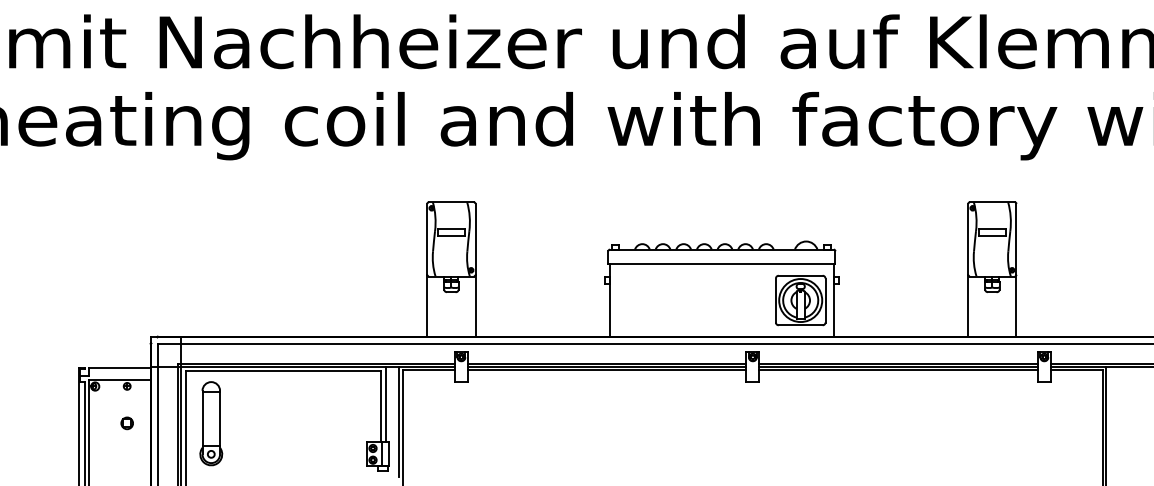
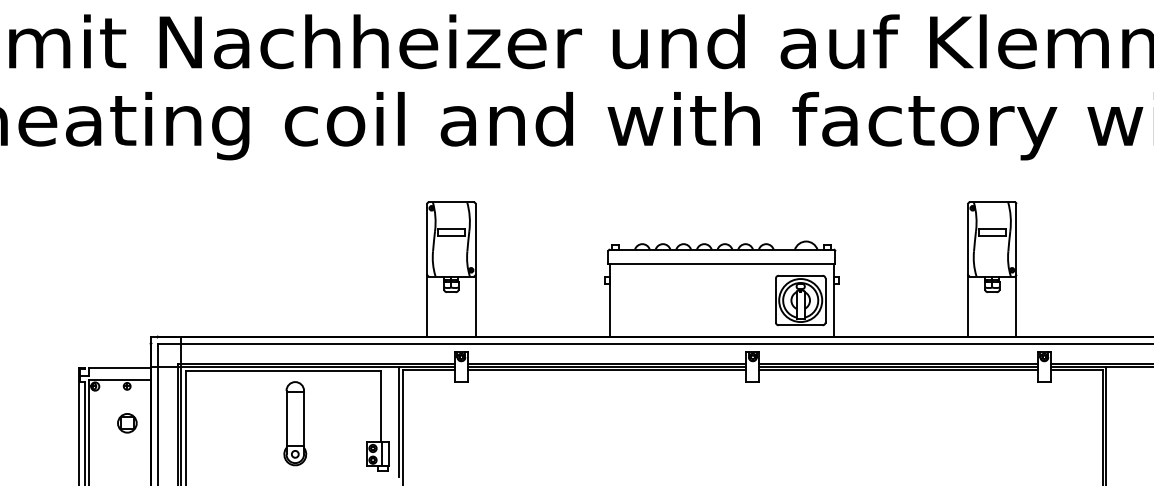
line at (385, 404): present -> none
part at (126, 423) size: 14x15 px -> 21x21 px
part at (211, 423) position: (211, 423) -> (295, 423)
